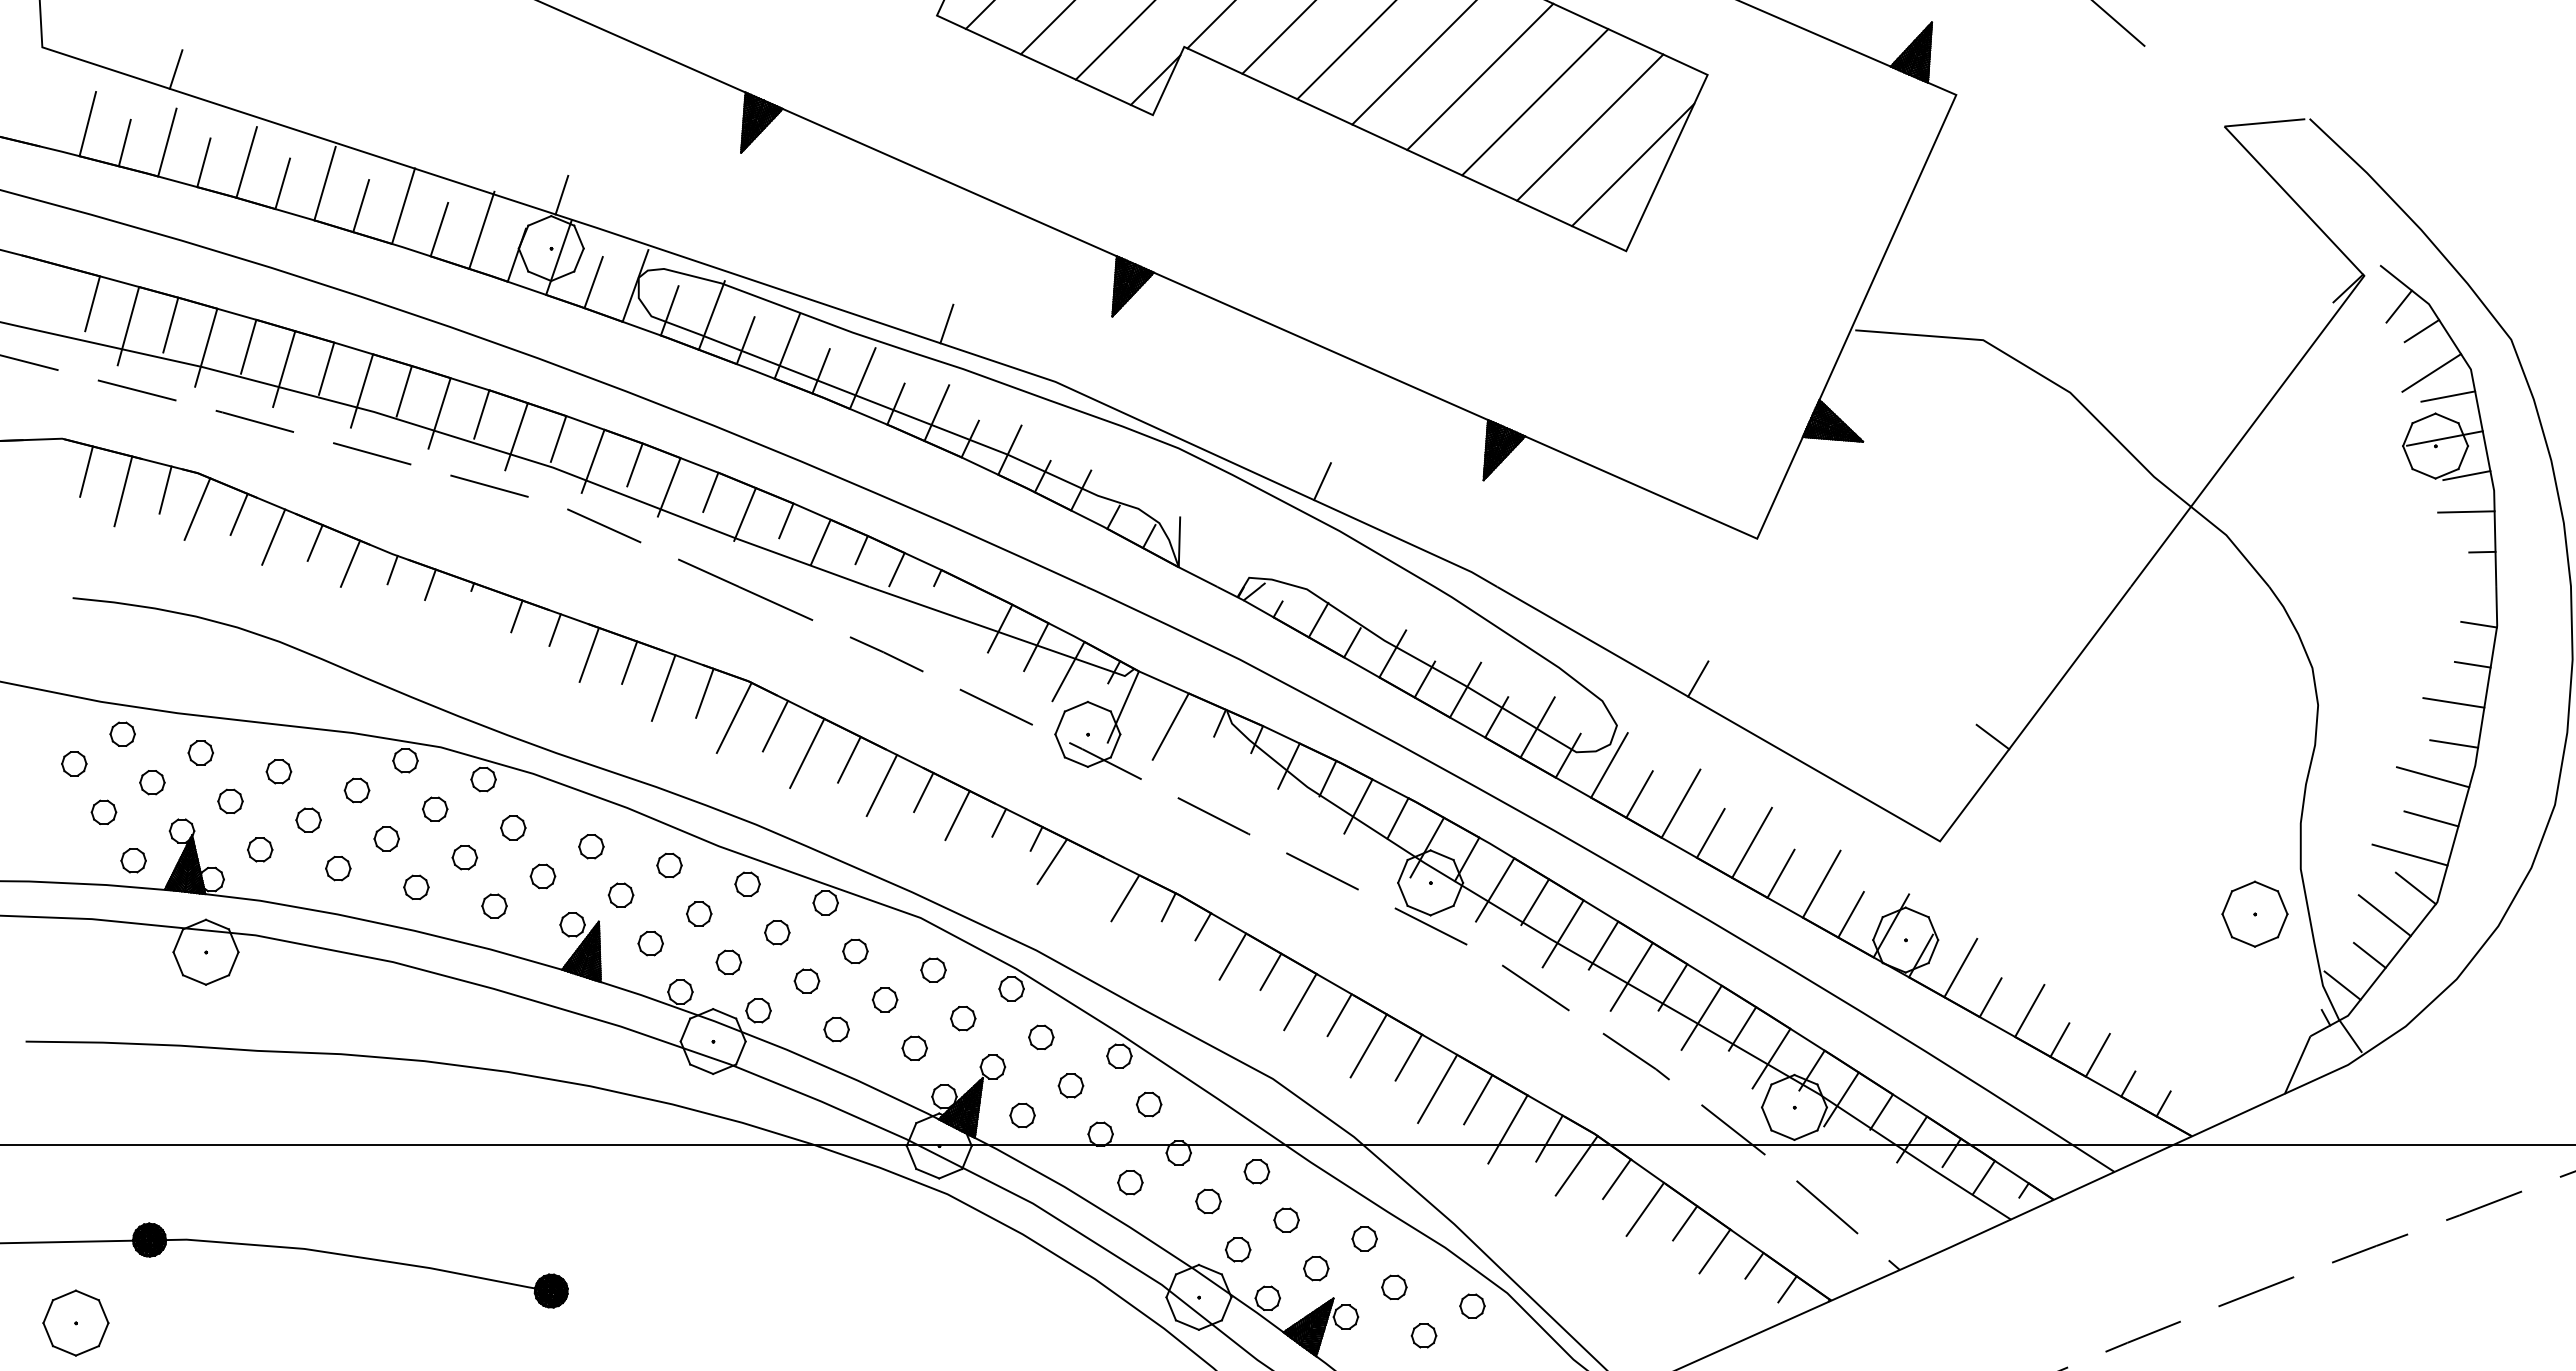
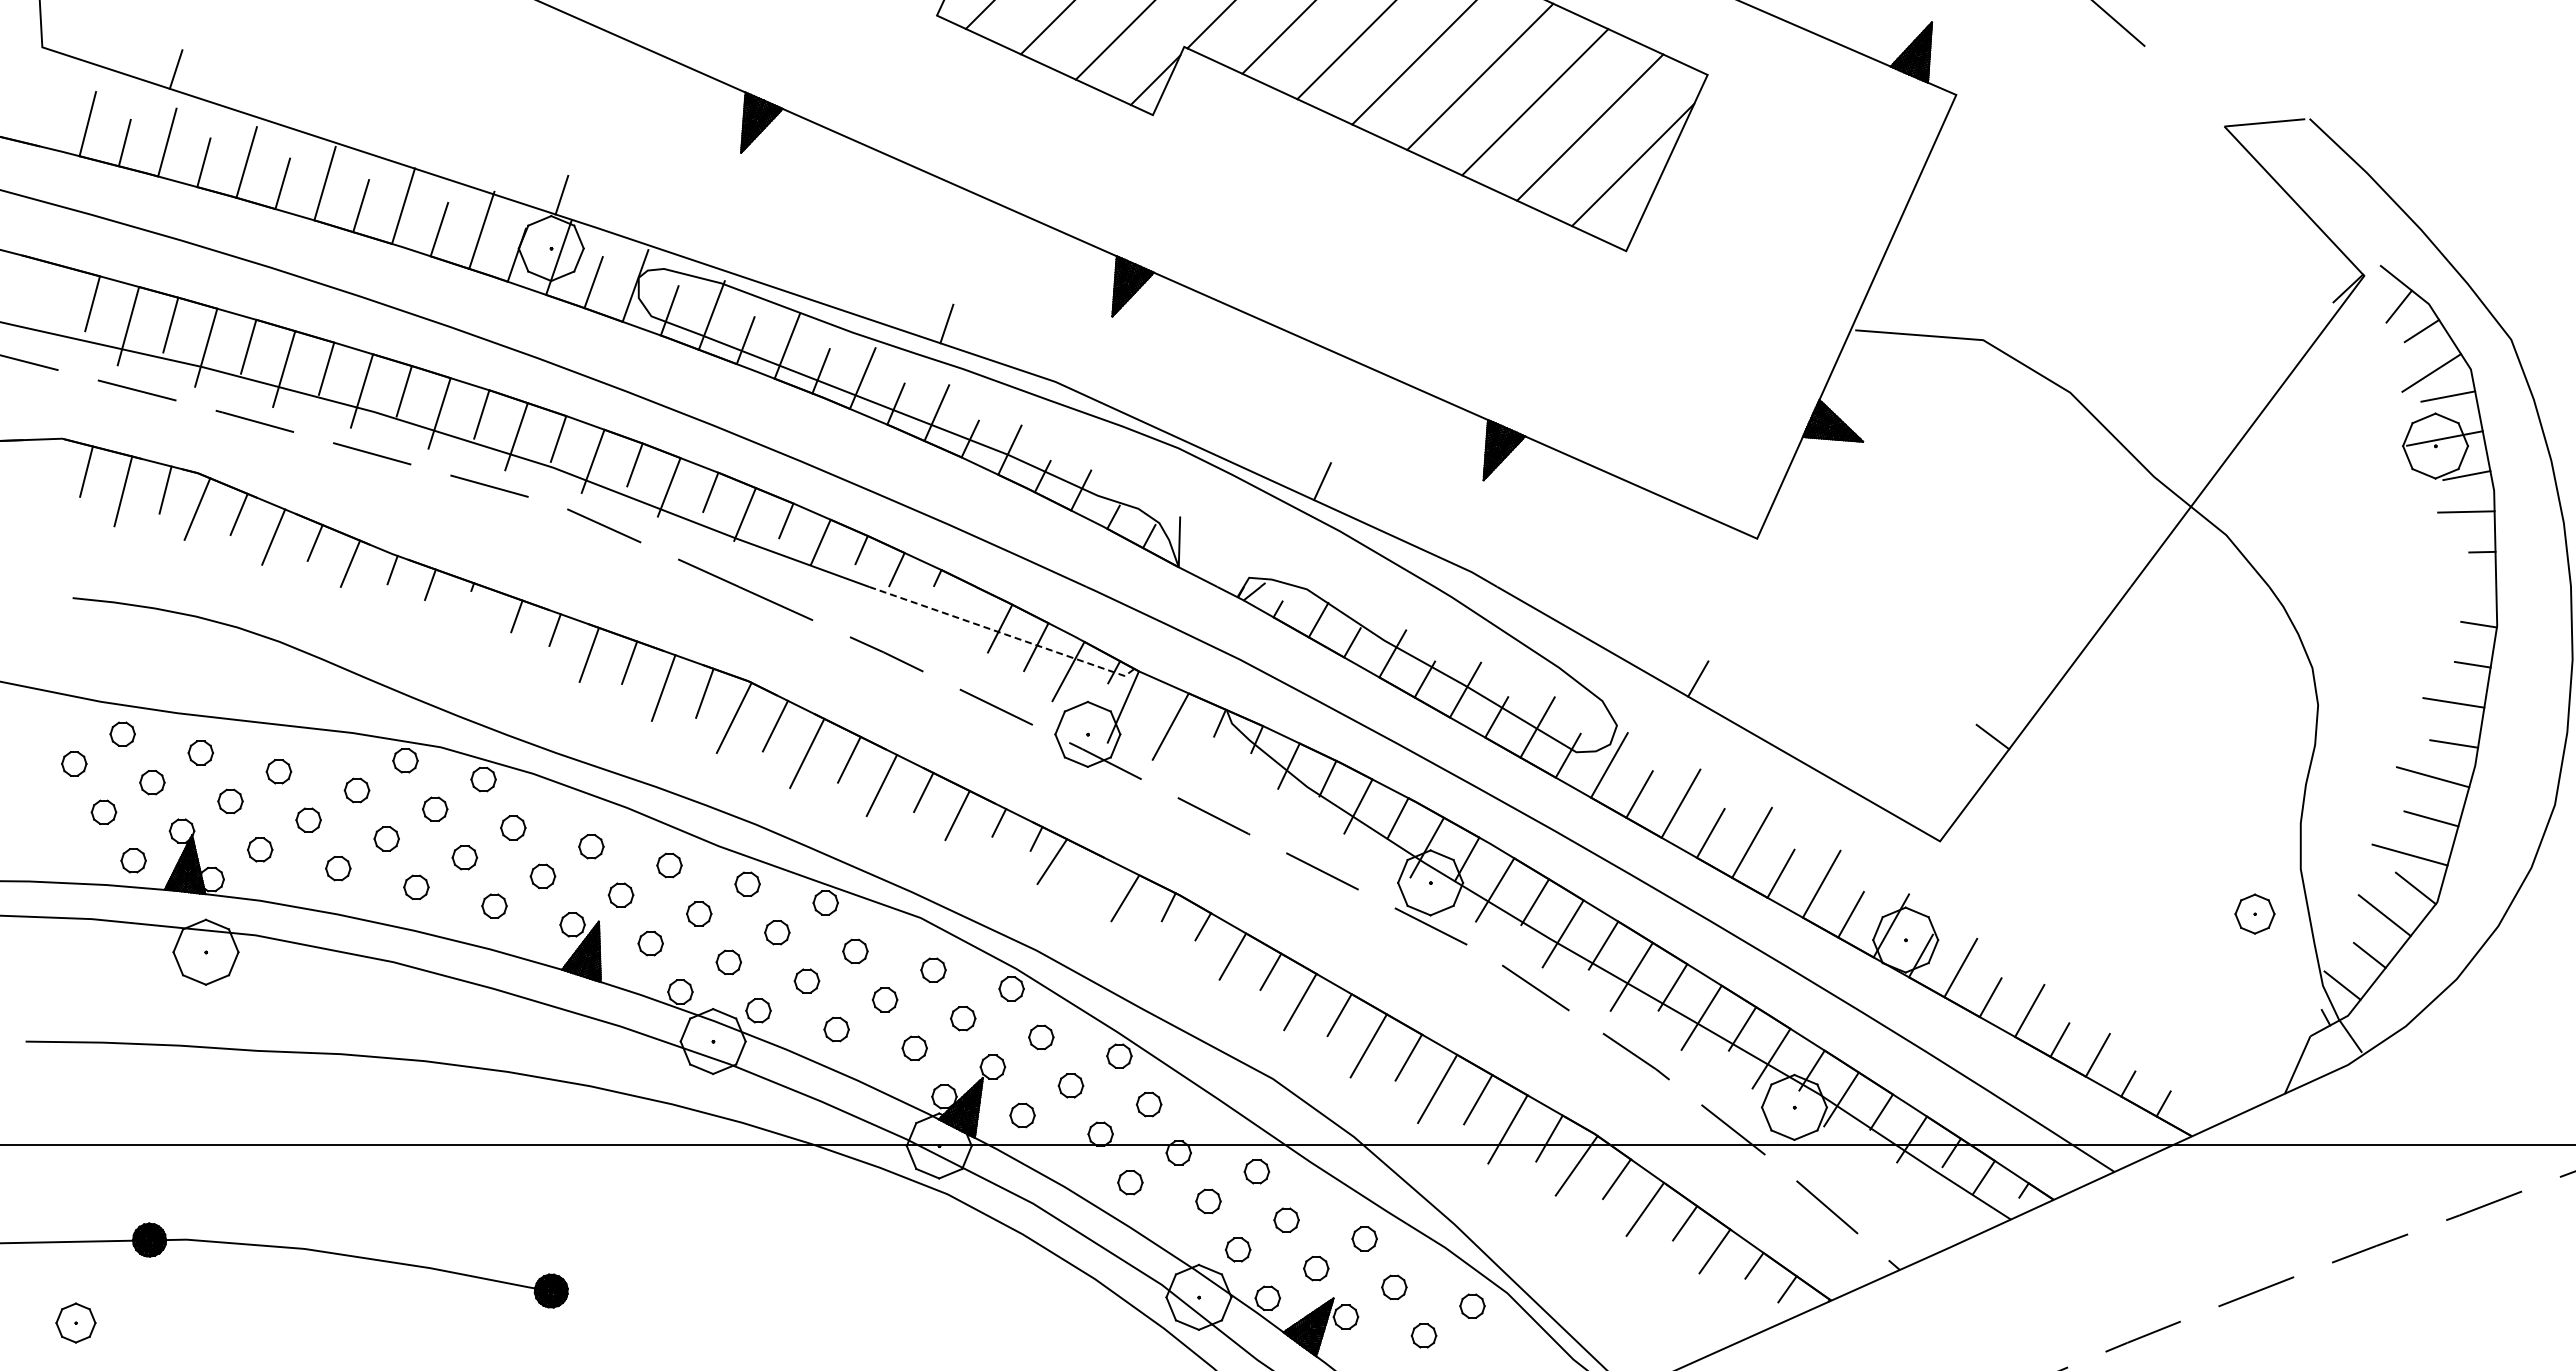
line at (1003, 633): solid -> dashed
part at (2254, 913) size: 68x68 px -> 42x42 px
part at (75, 1322) size: 68x68 px -> 42x42 px
